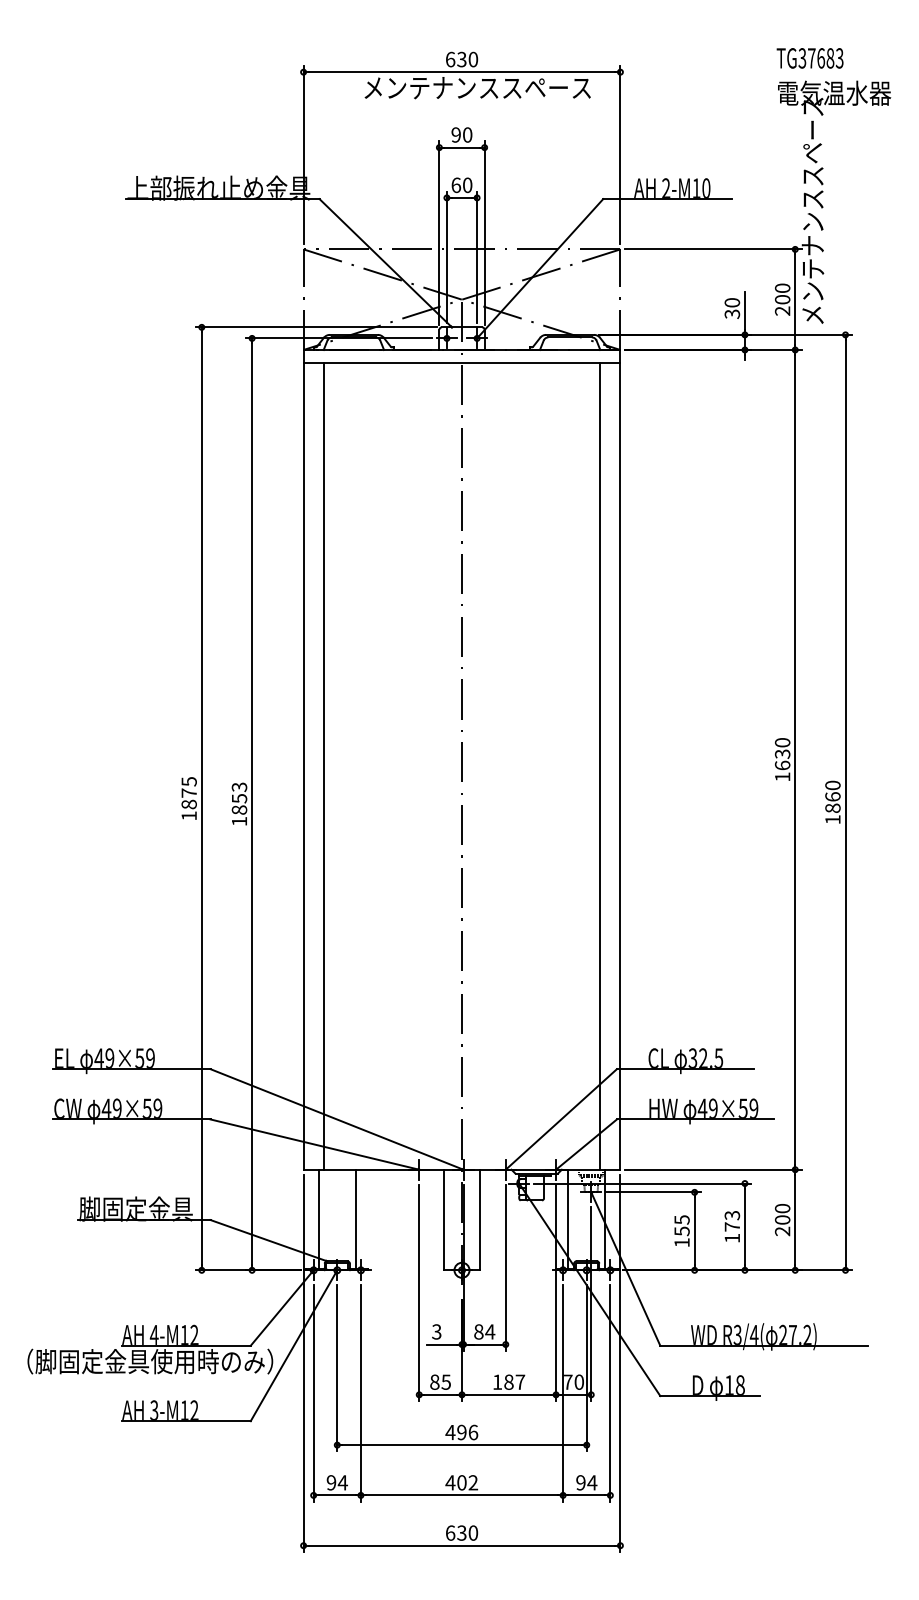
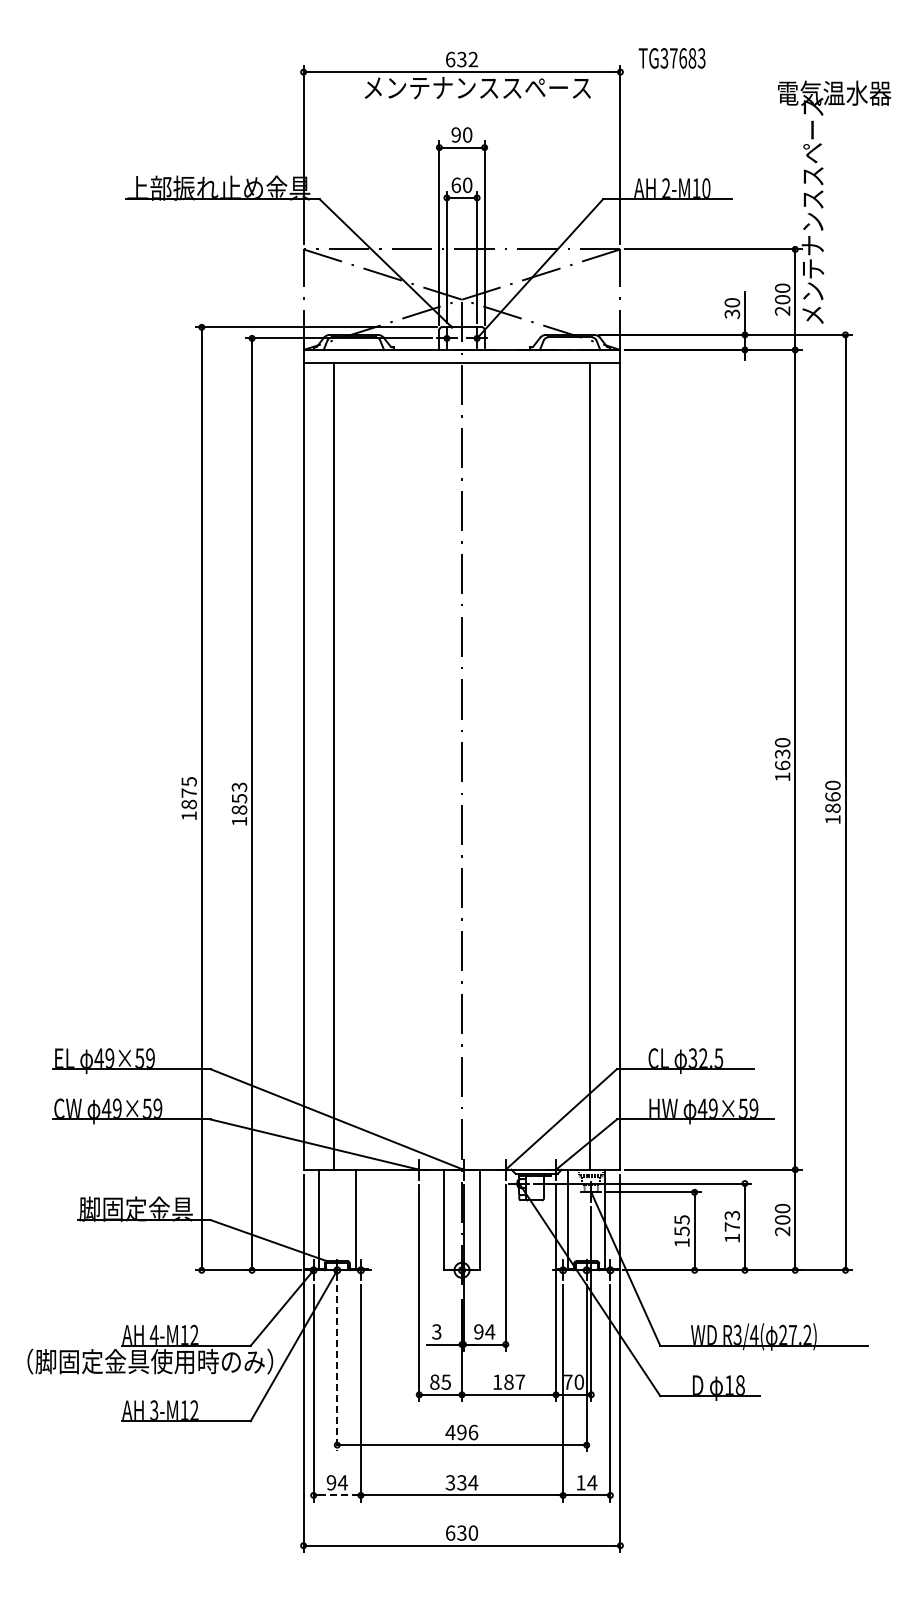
text at (809, 58) position: (809, 58) -> (671, 58)
text at (473, 59): 630 -> 632
line at (323, 766) position: (323, 766) -> (333, 766)
line at (600, 766) position: (600, 766) -> (590, 766)
text at (478, 1331): 84 -> 94
line at (337, 1368): solid -> dashed
text at (461, 1482): 402 -> 334
text at (580, 1482): 94 -> 14
line at (337, 1495): solid -> dashed
